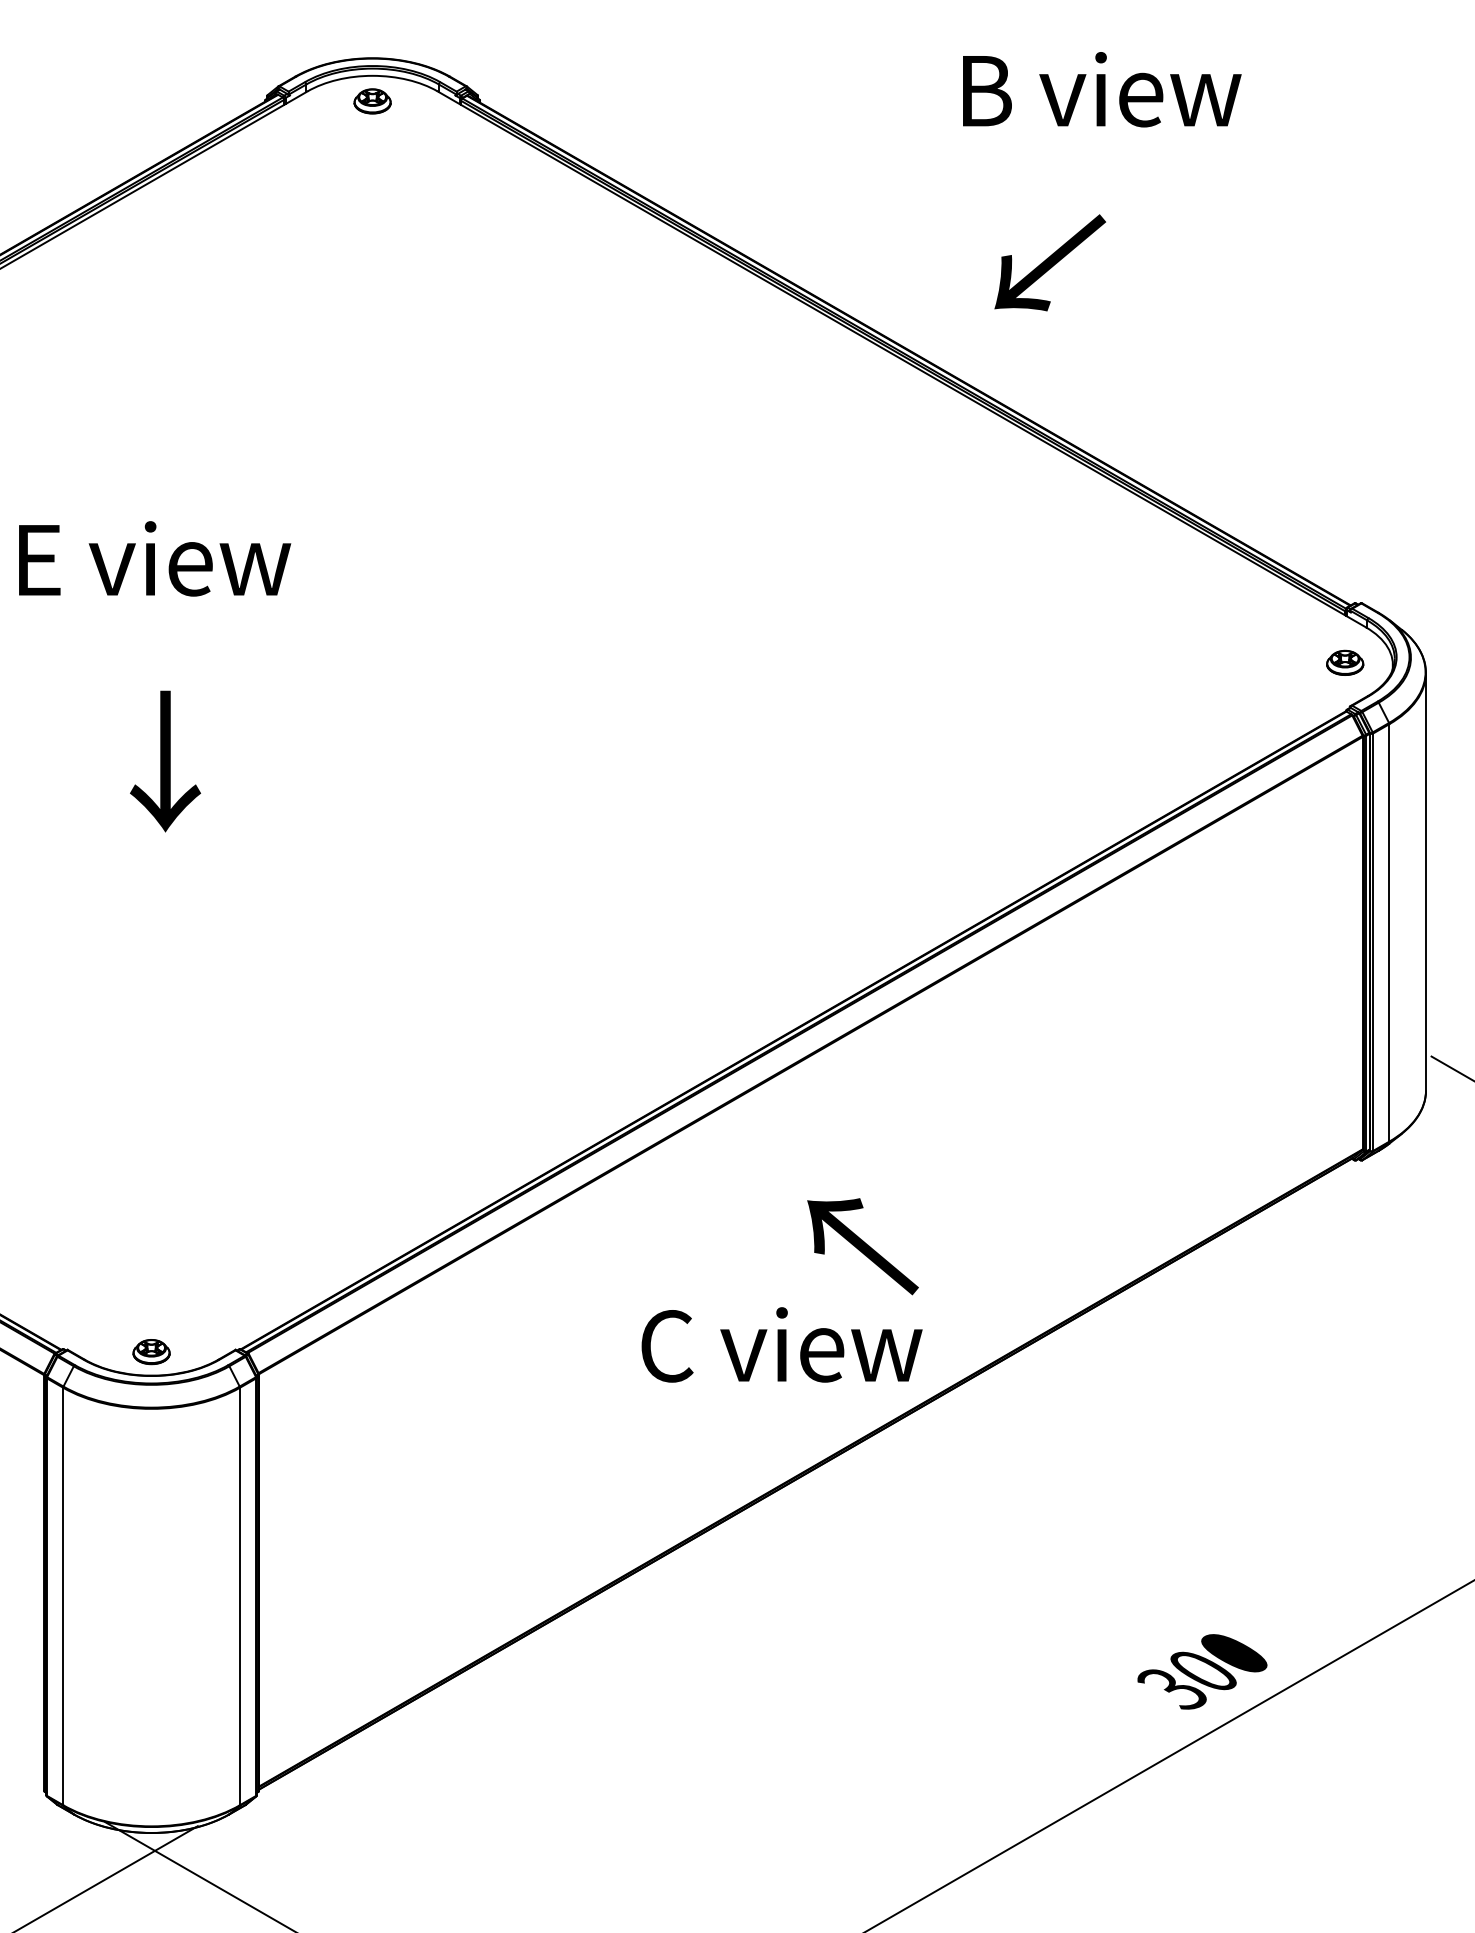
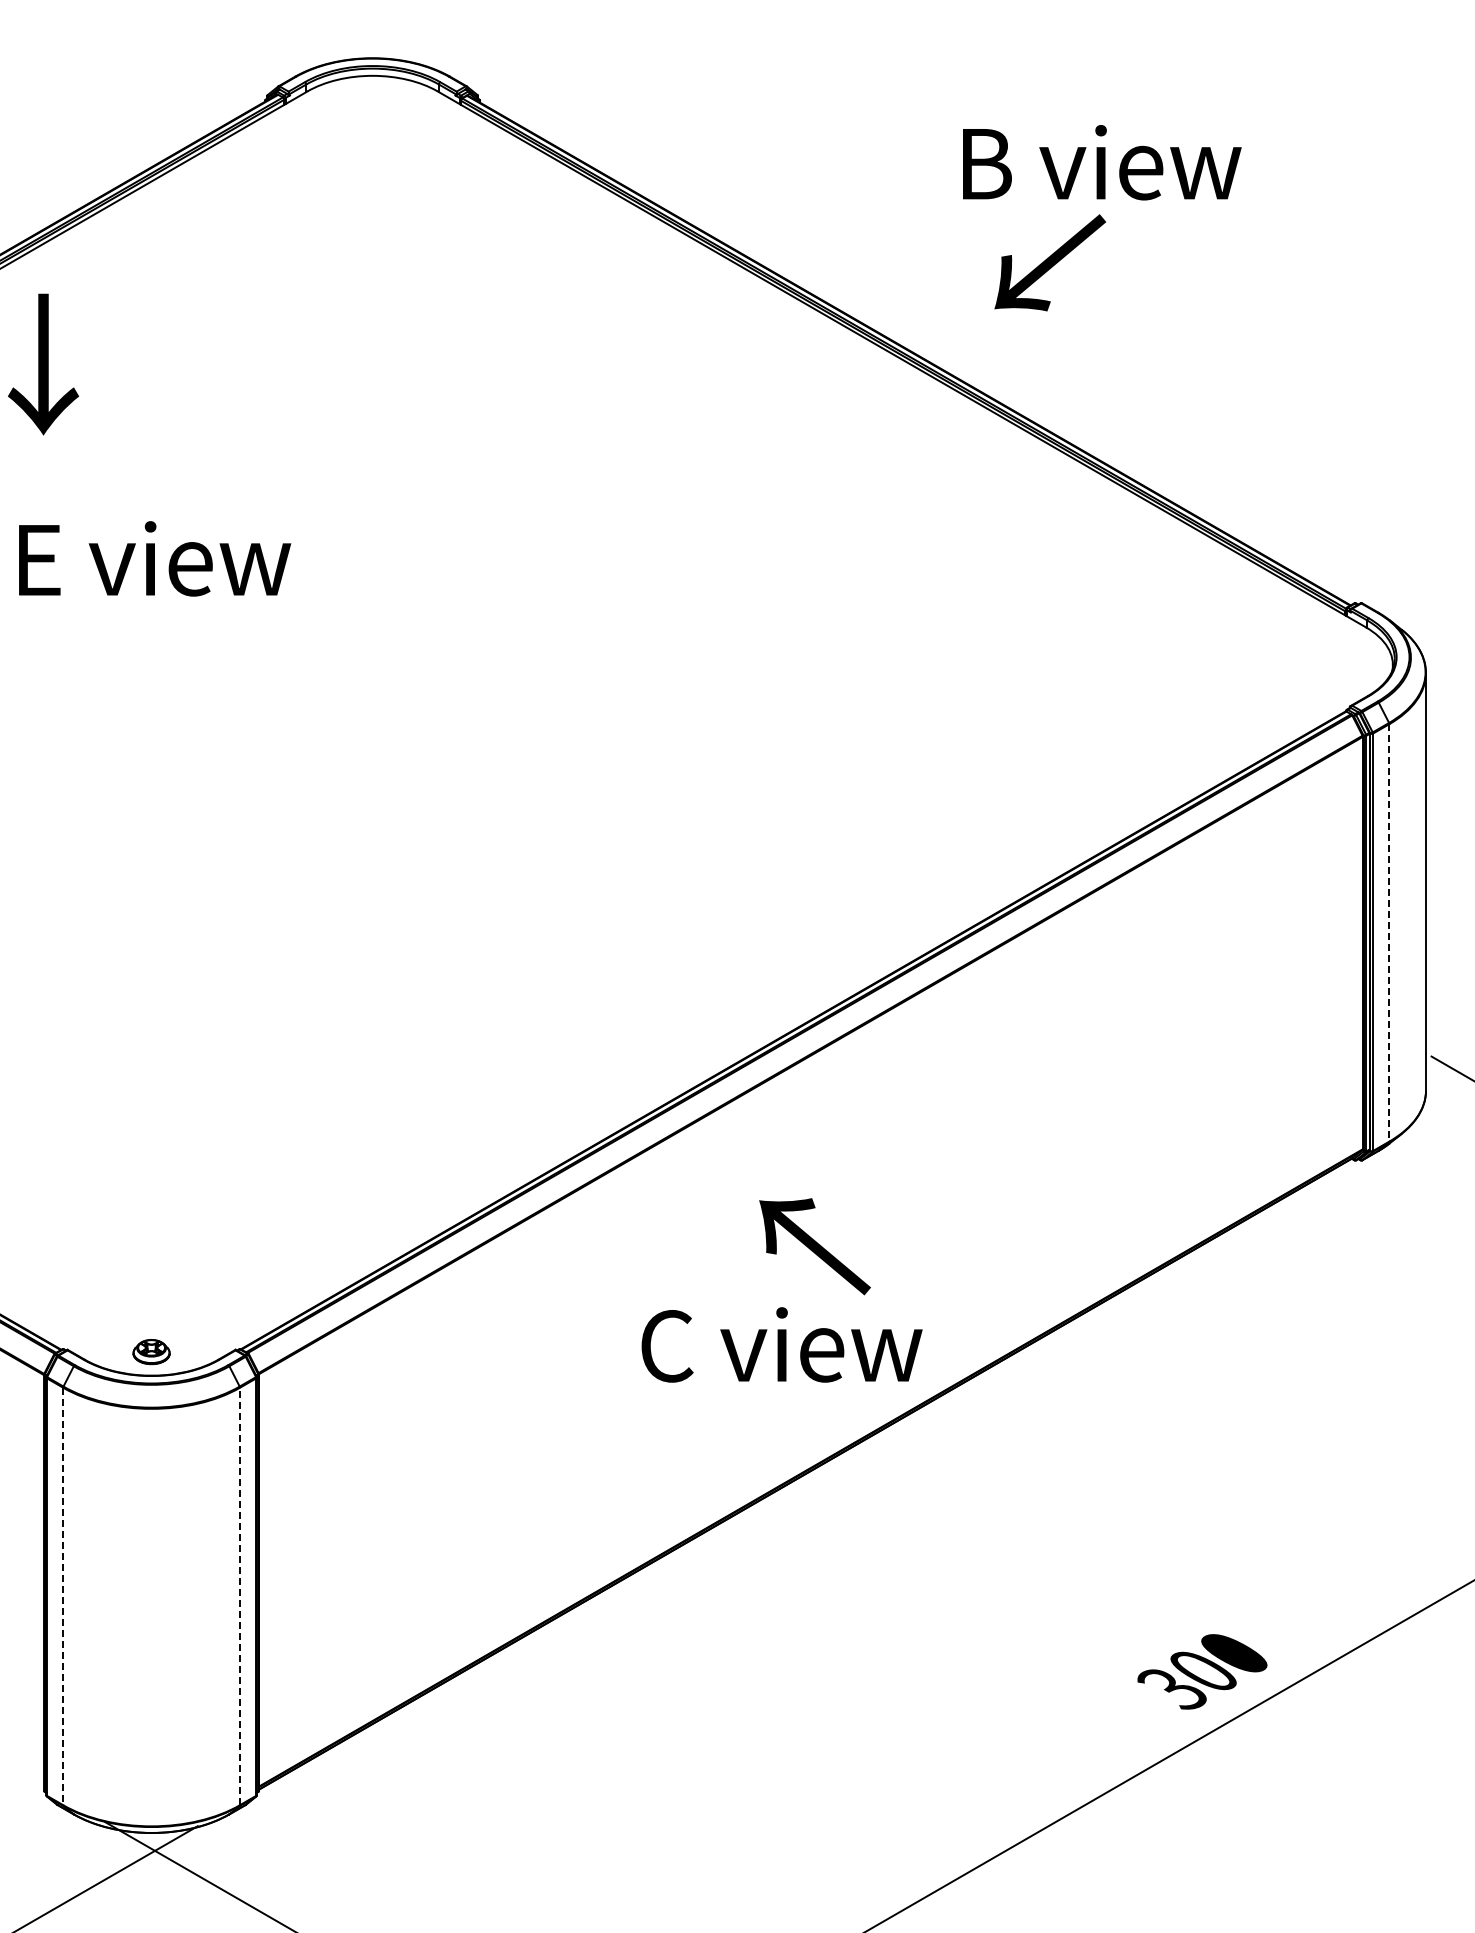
text at (1102, 89) position: (1102, 89) -> (1102, 162)
part at (372, 101): present -> none
part at (1345, 662): present -> none
text at (165, 761) position: (165, 761) -> (43, 364)
line at (1389, 932): solid -> dashed
text at (862, 1246) position: (862, 1246) -> (814, 1246)
line at (63, 1596): solid -> dashed
line at (240, 1596): solid -> dashed
